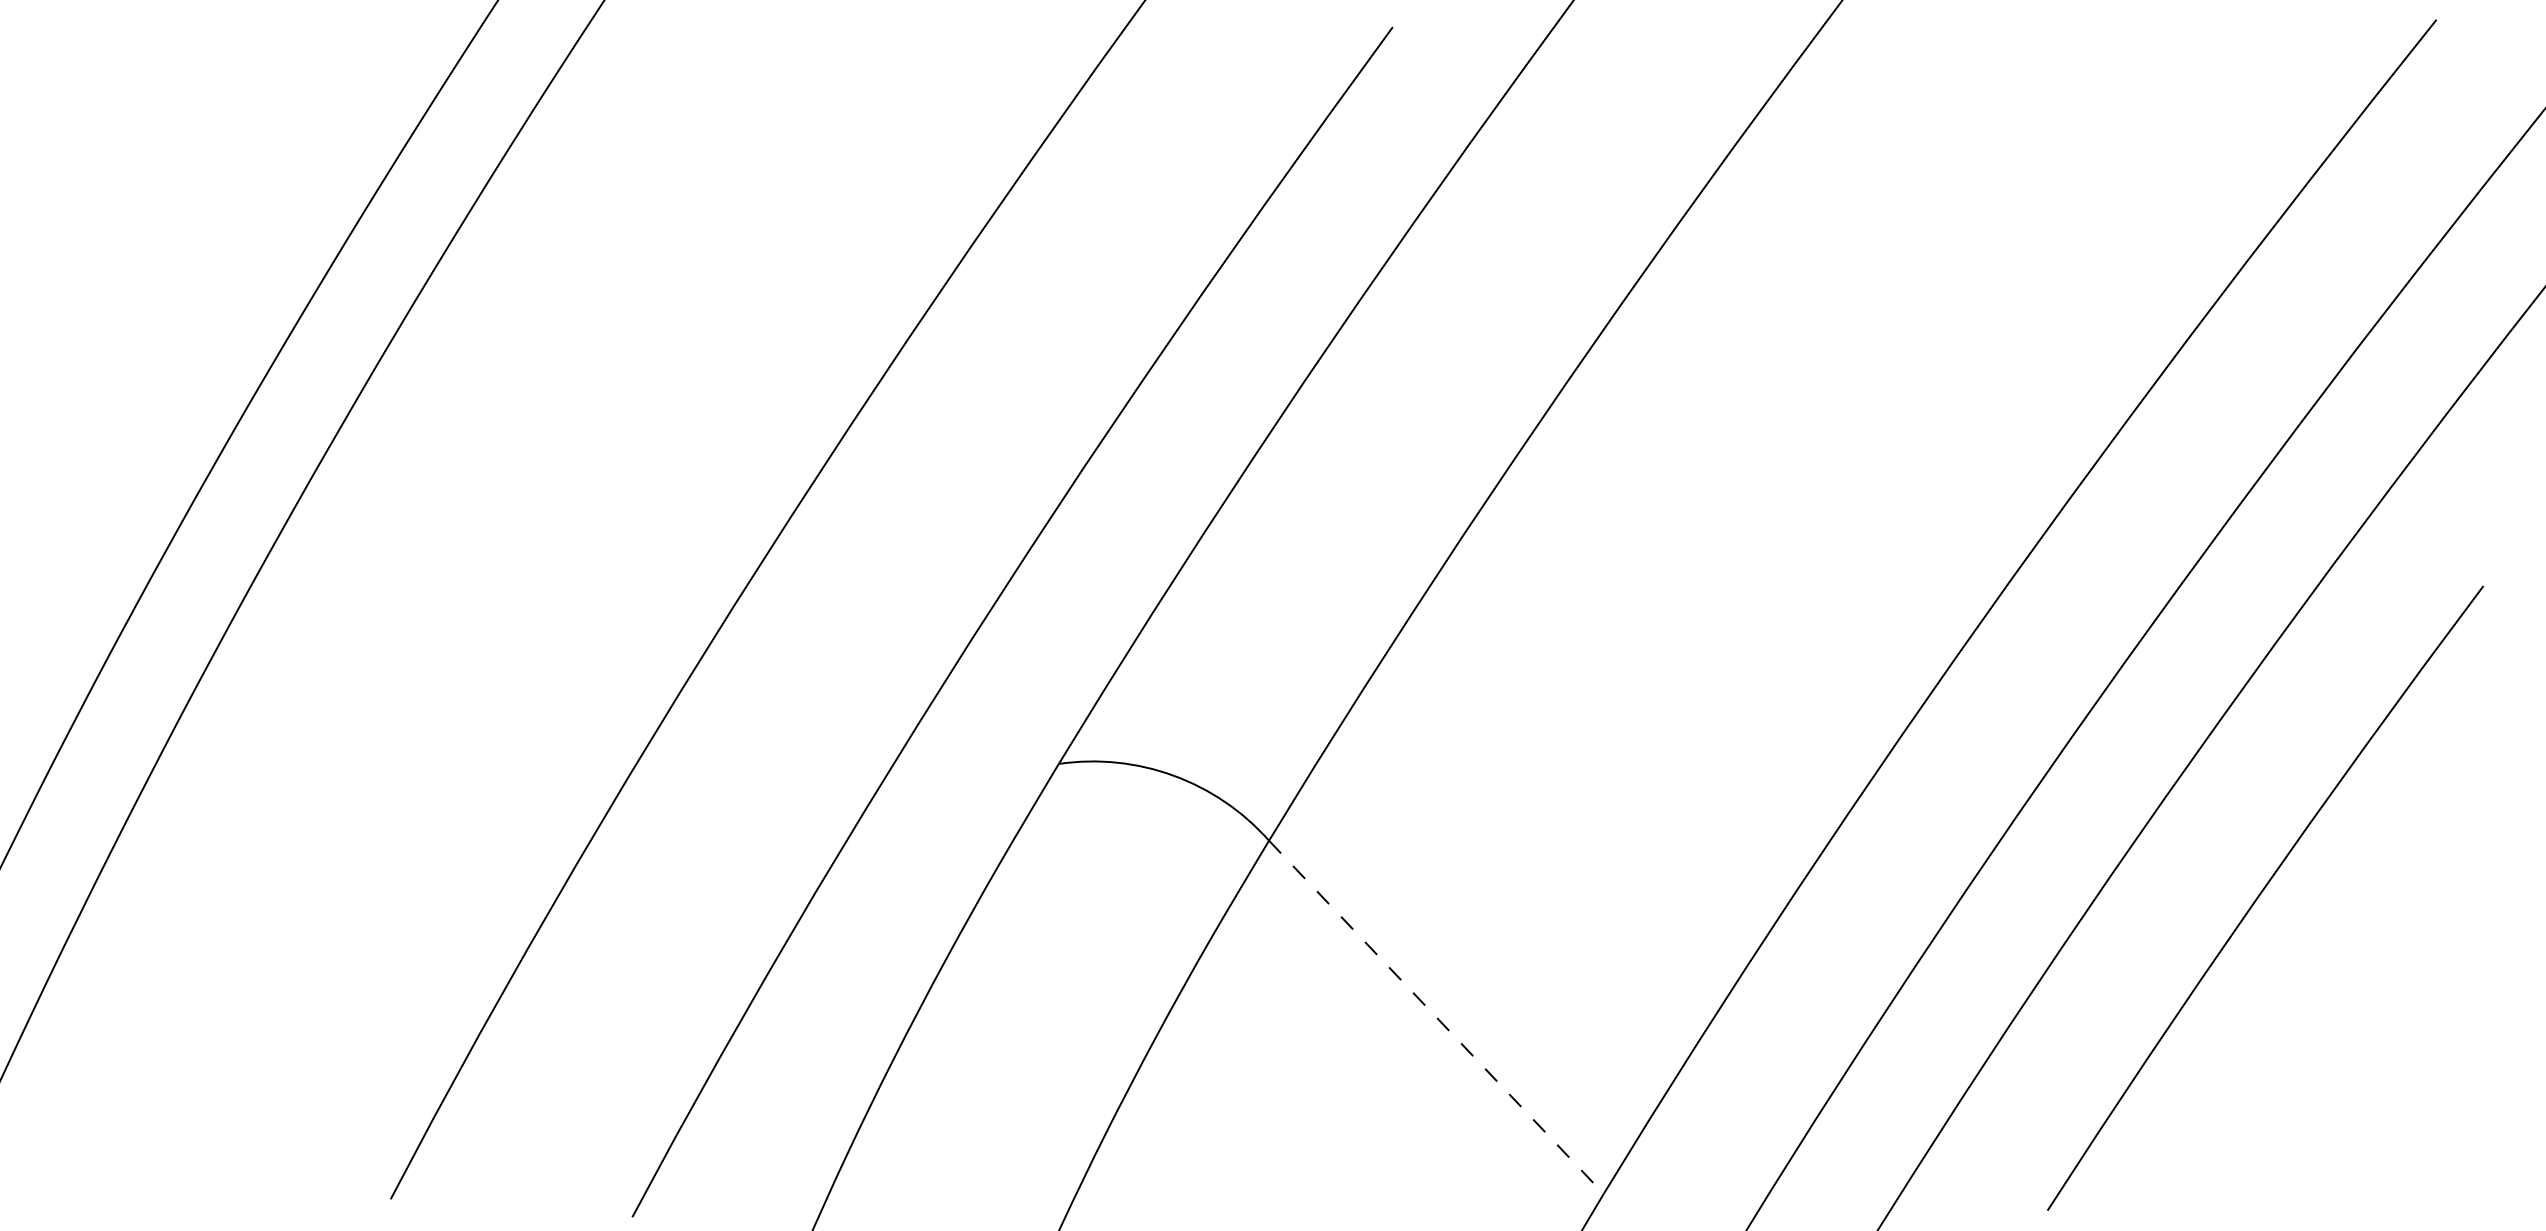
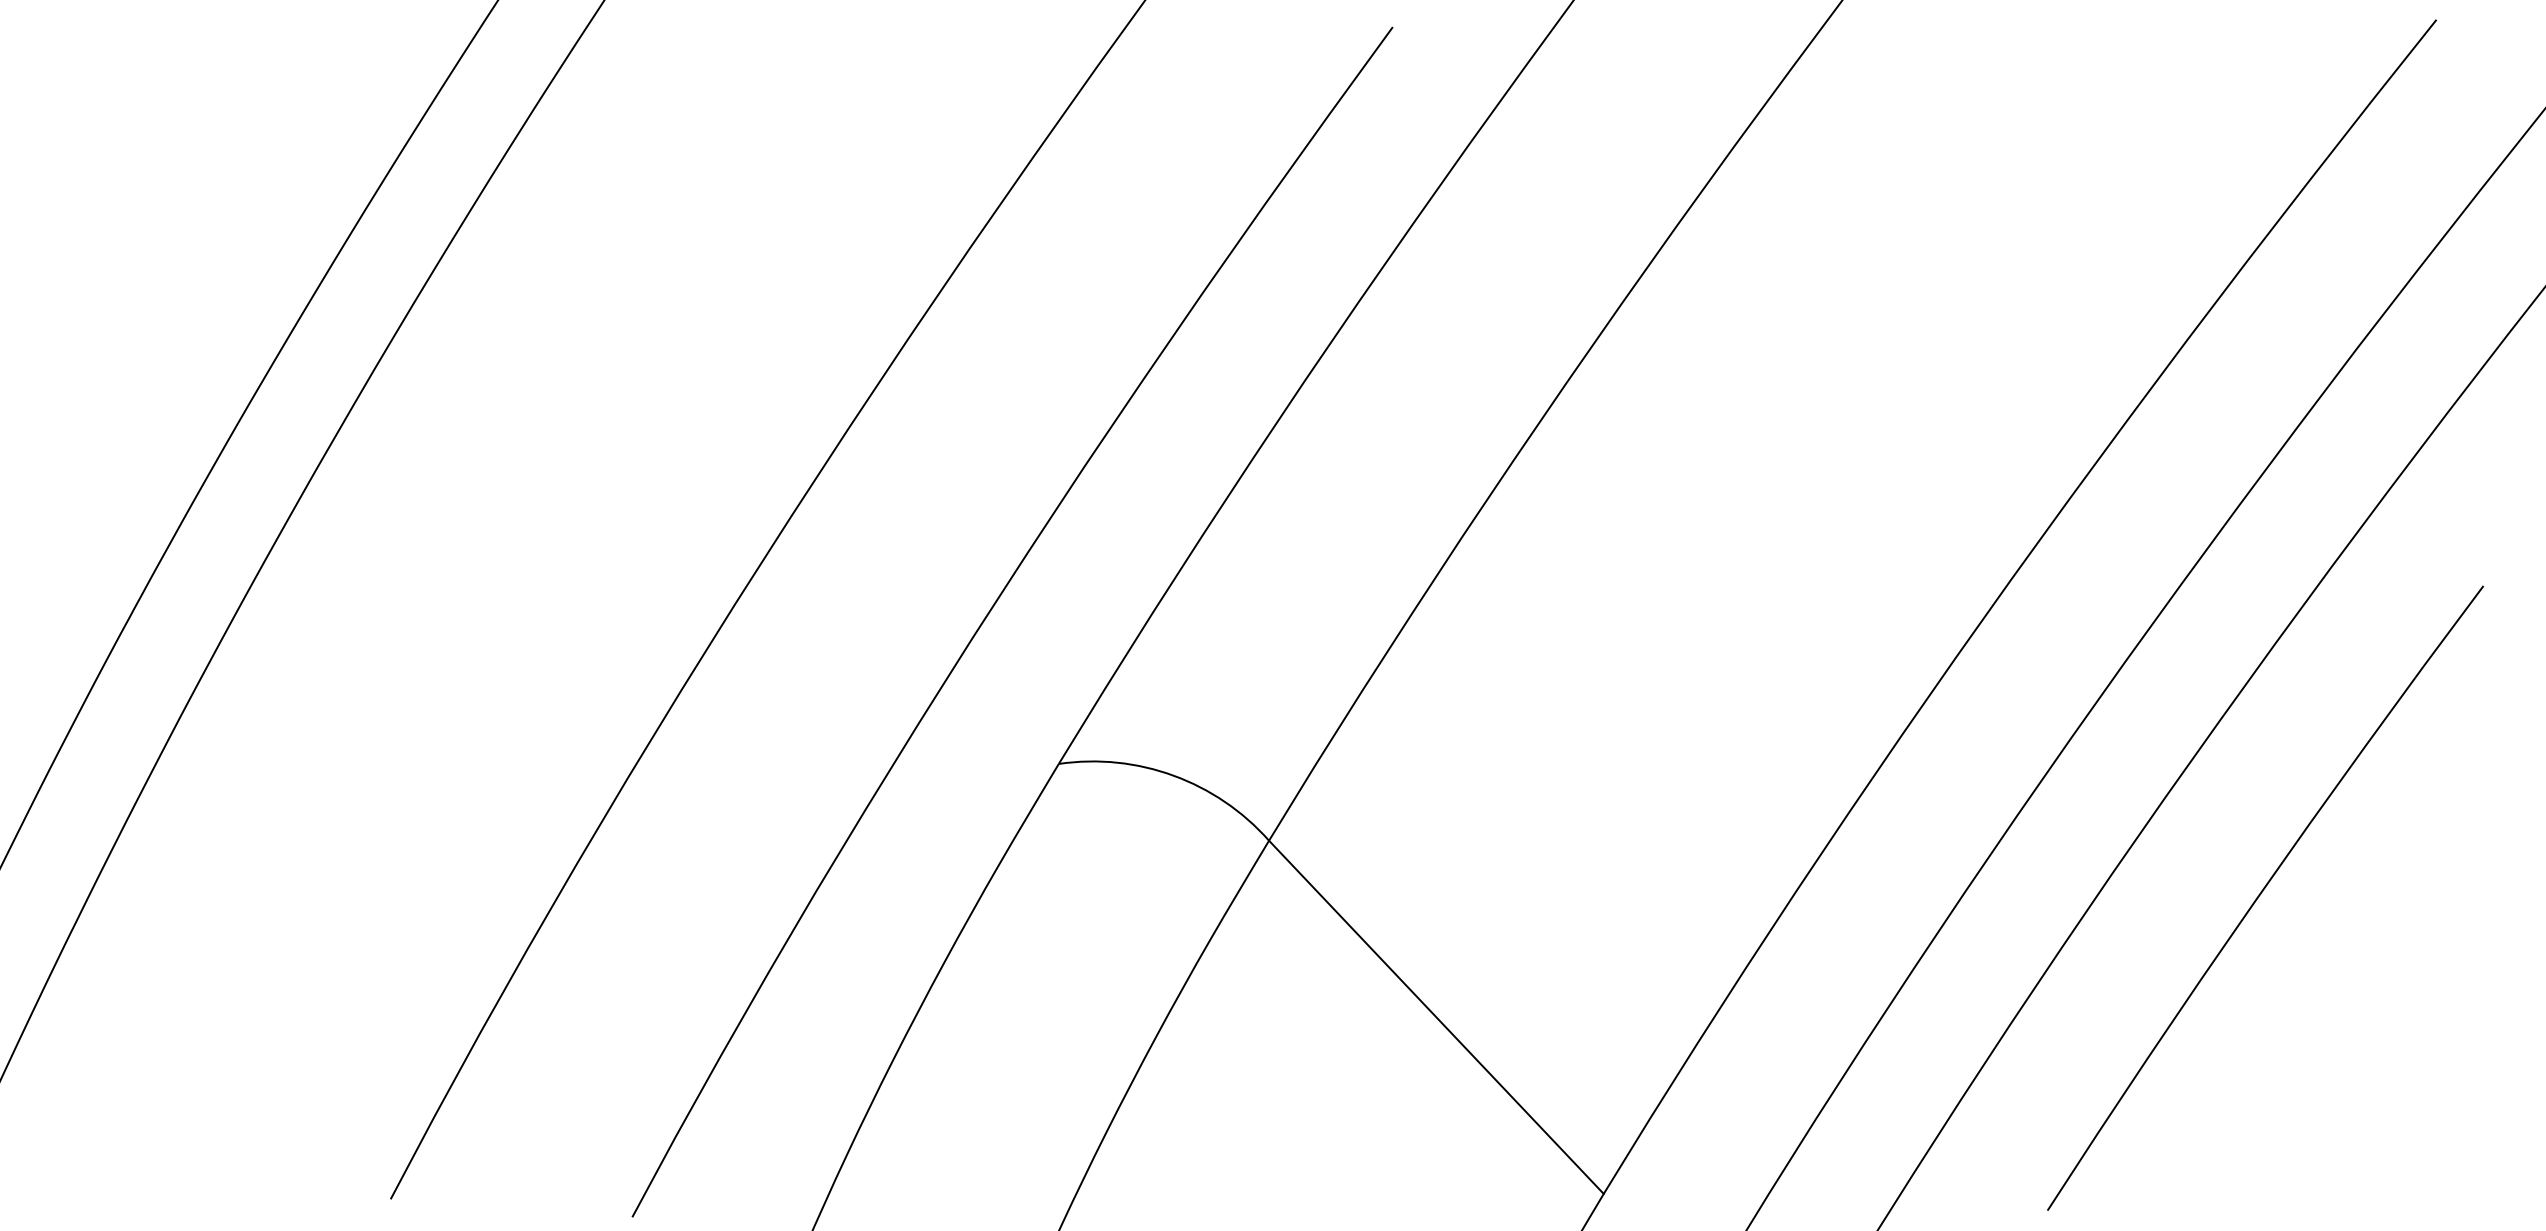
line at (1436, 1017): dashed -> solid
